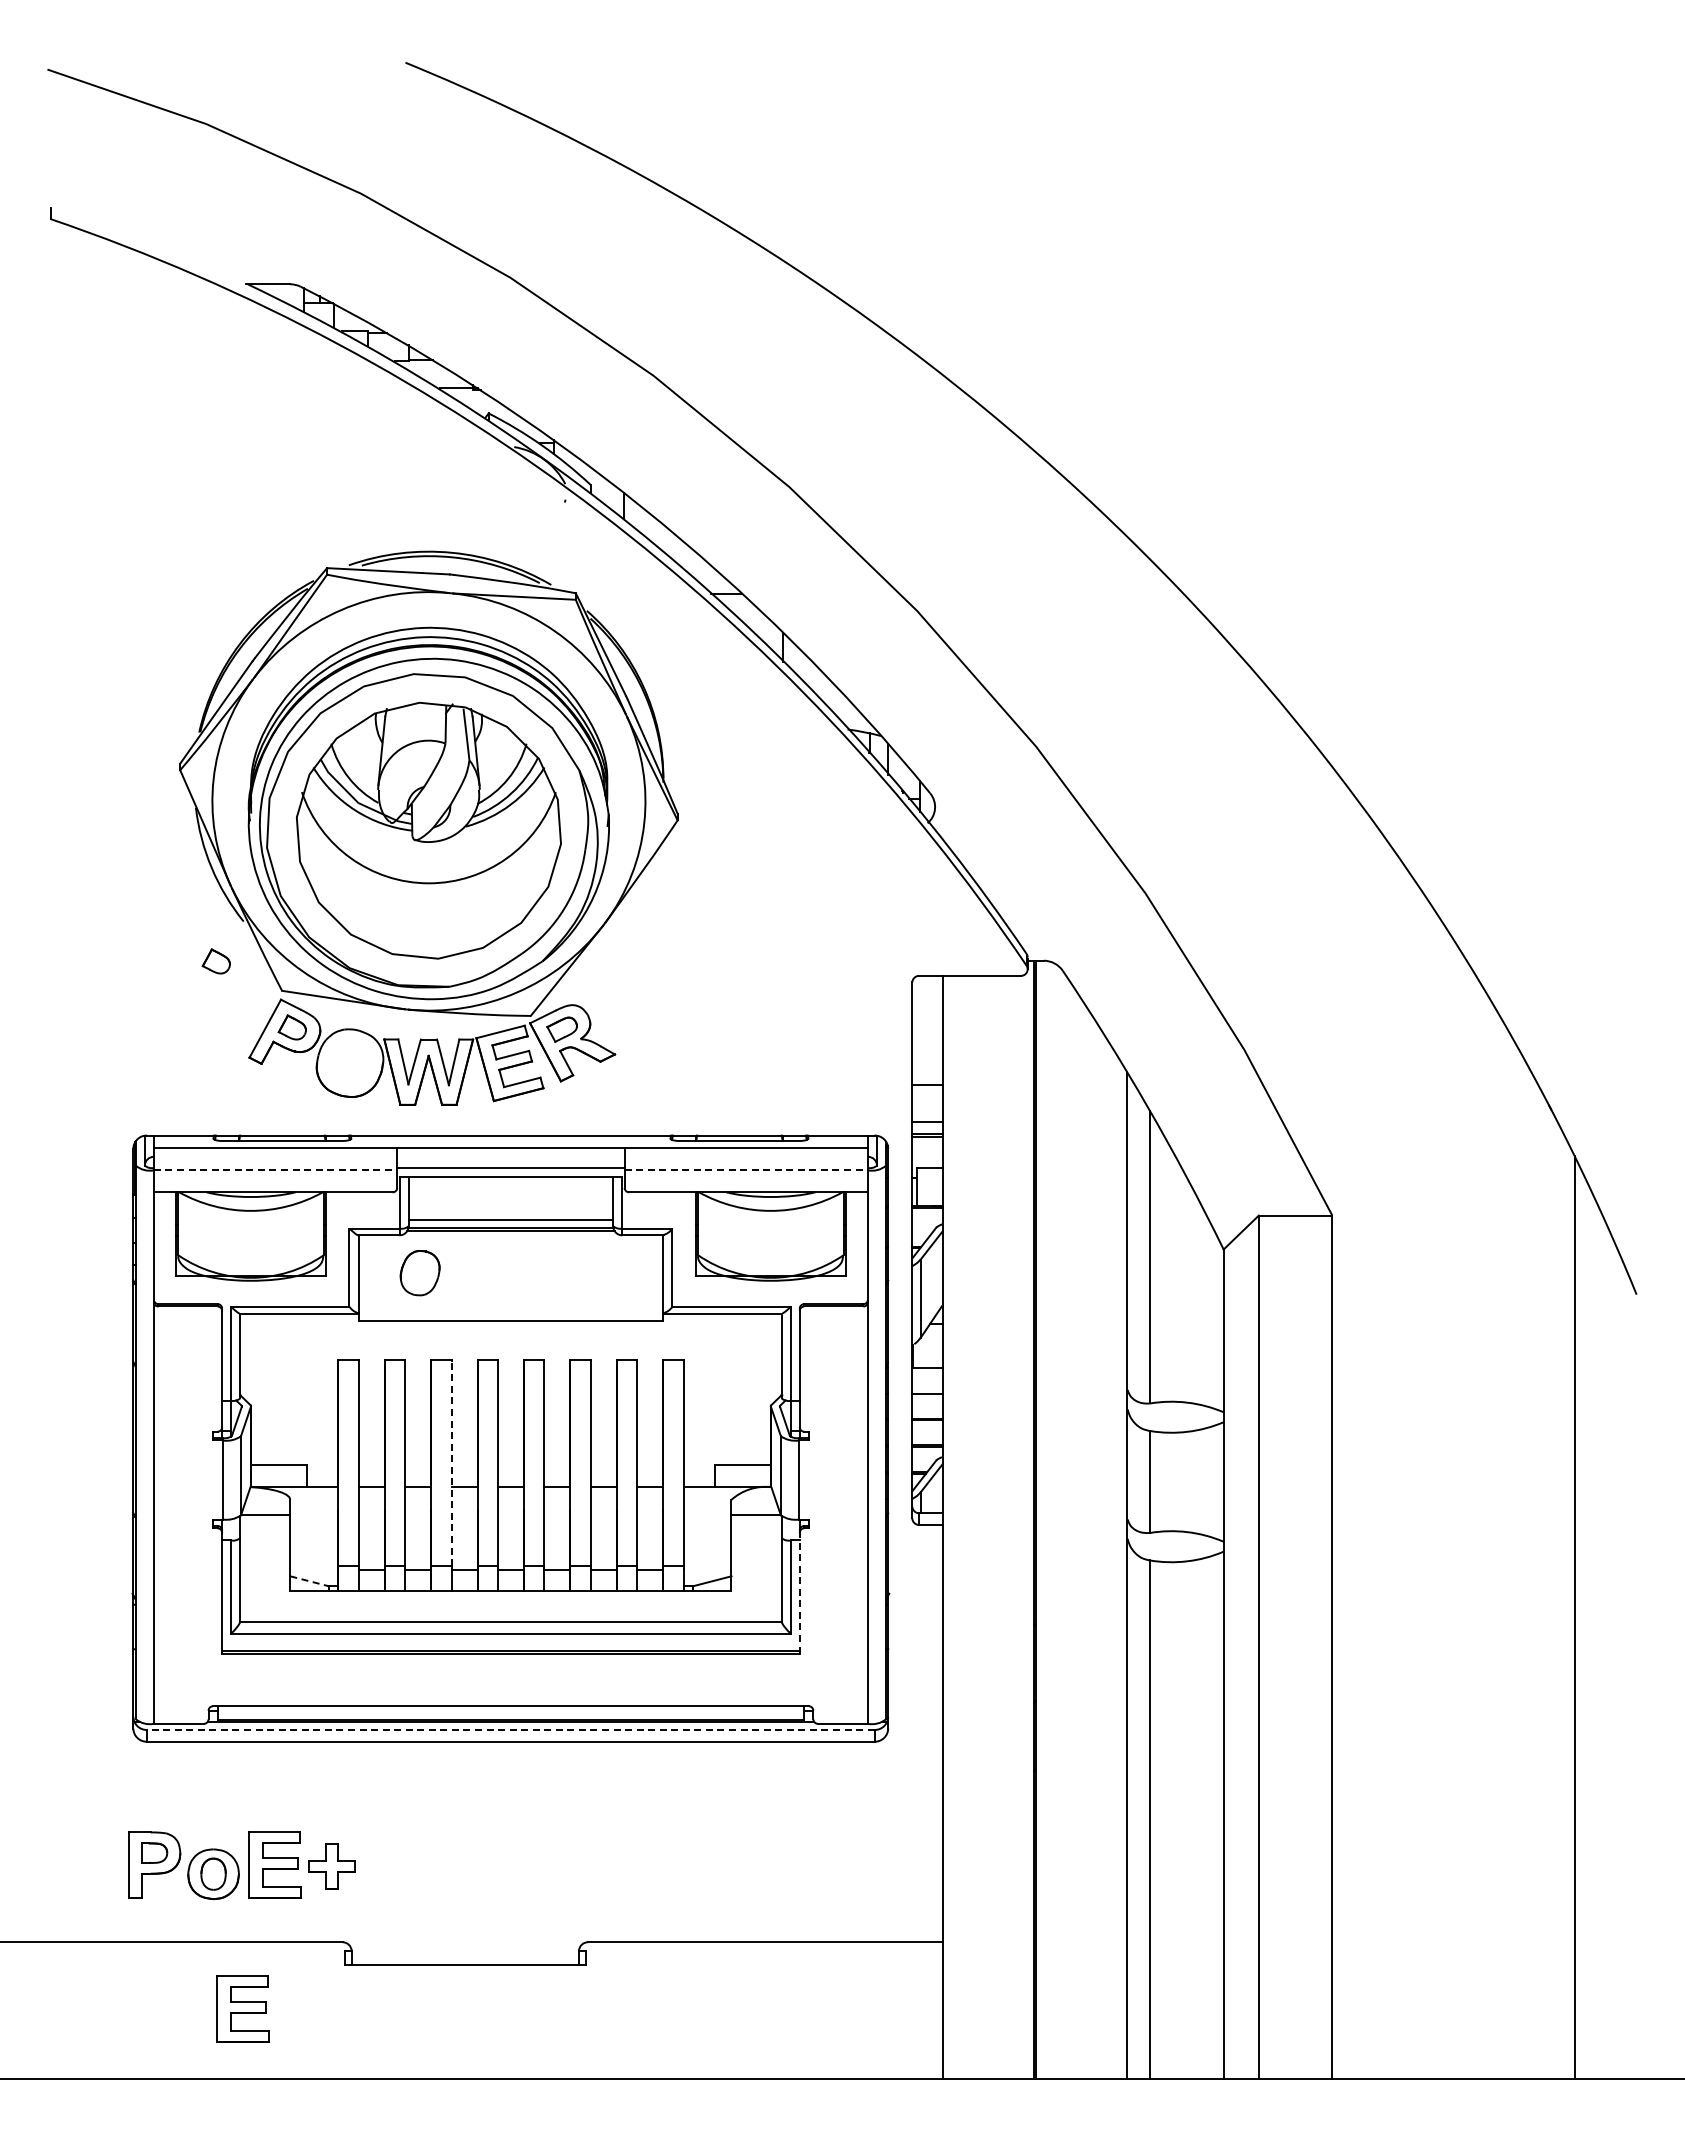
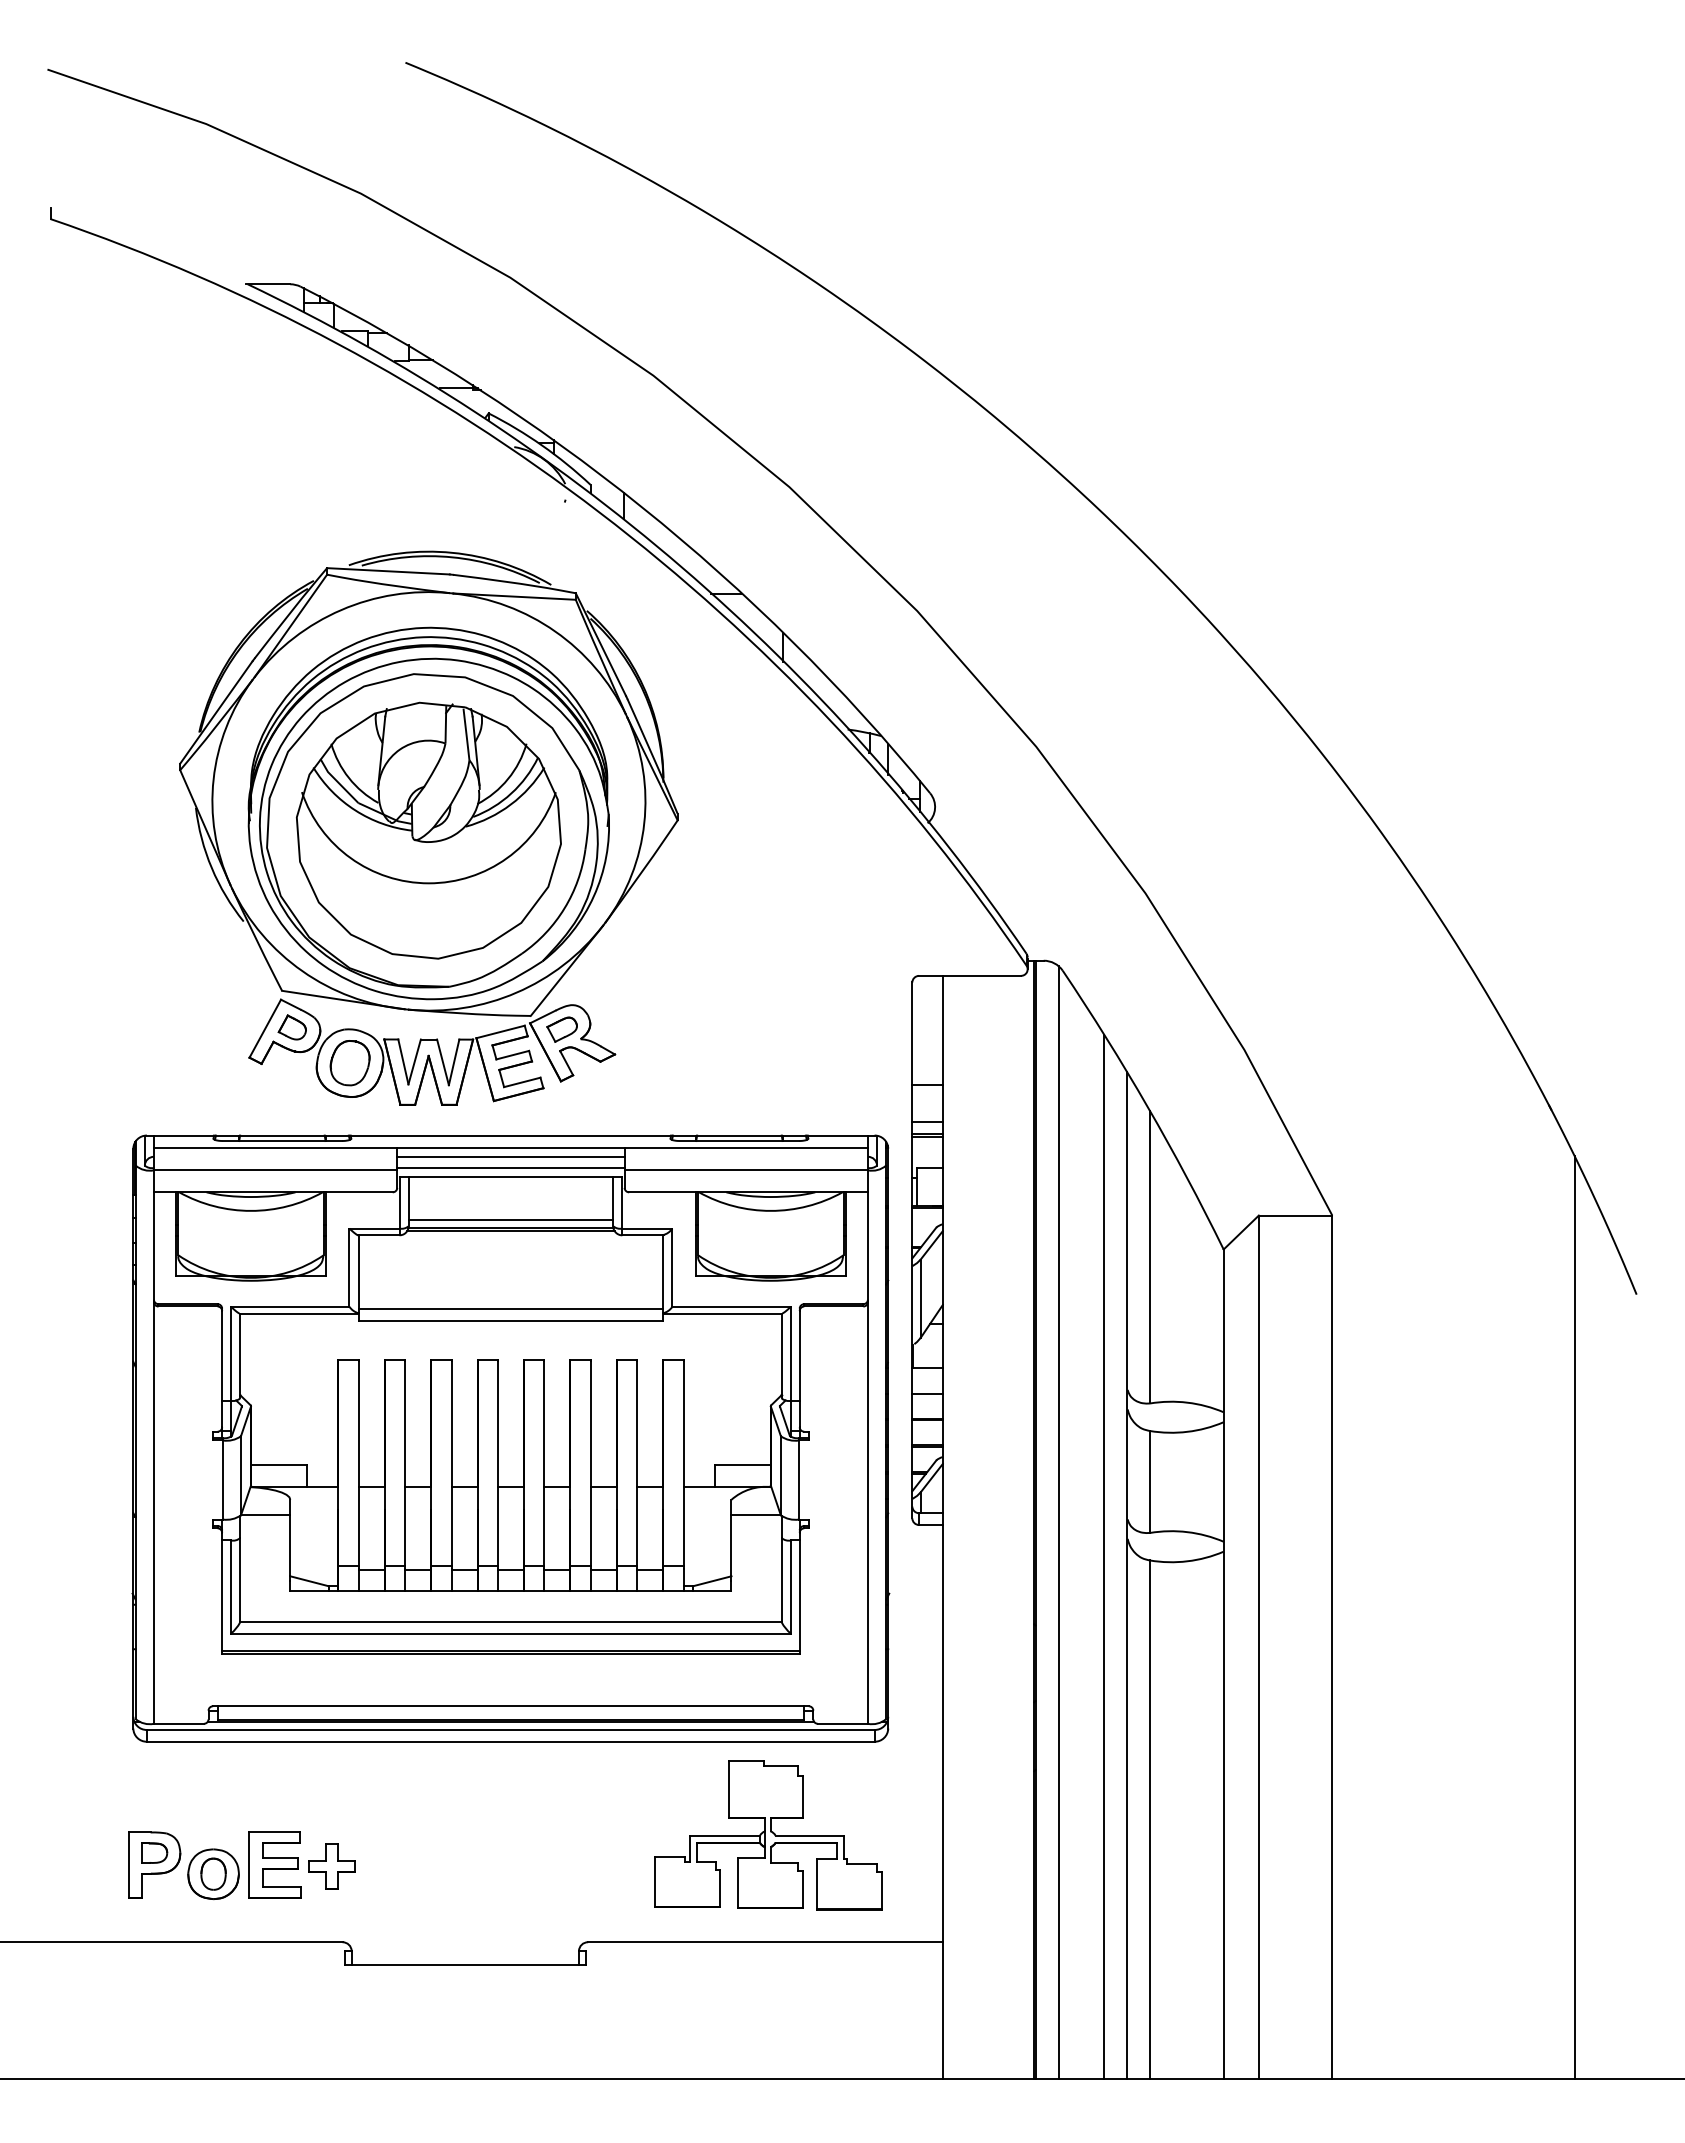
part at (215, 961): present -> none
line at (510, 1156): none -> present
line at (275, 1170): dashed -> solid
line at (746, 1170): dashed -> solid
part at (419, 1273) position: (419, 1273) -> (349, 1063)
line at (510, 1309): none -> present
line at (451, 1463): dashed -> solid
line at (1059, 1522): none -> present
line at (1104, 1556): none -> present
line at (309, 1581): dashed -> solid
line at (799, 1592): dashed -> solid
line at (510, 1729): dashed -> solid
part at (768, 1835): none -> present
part at (242, 2008): present -> none
